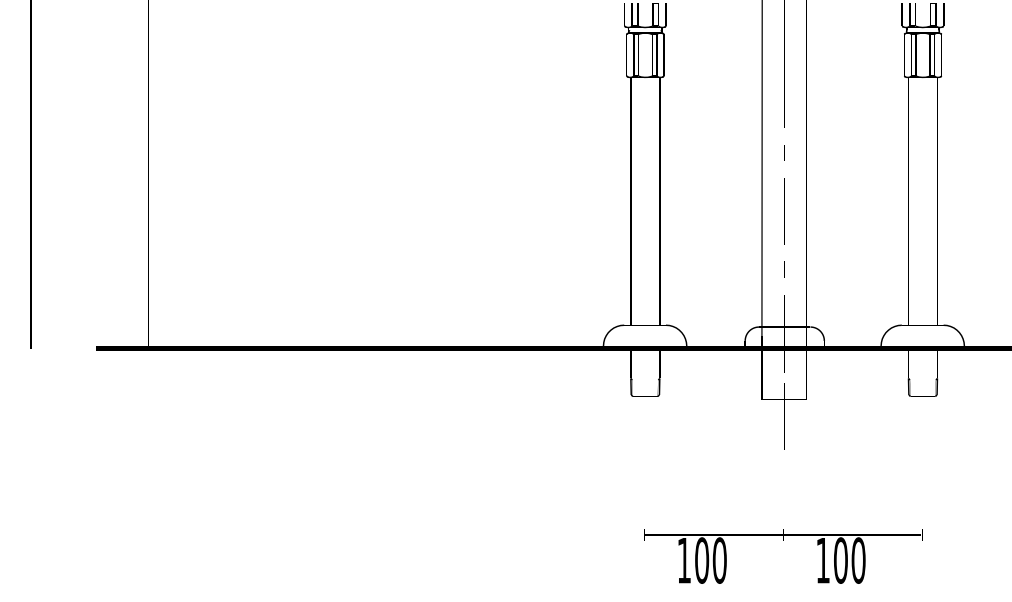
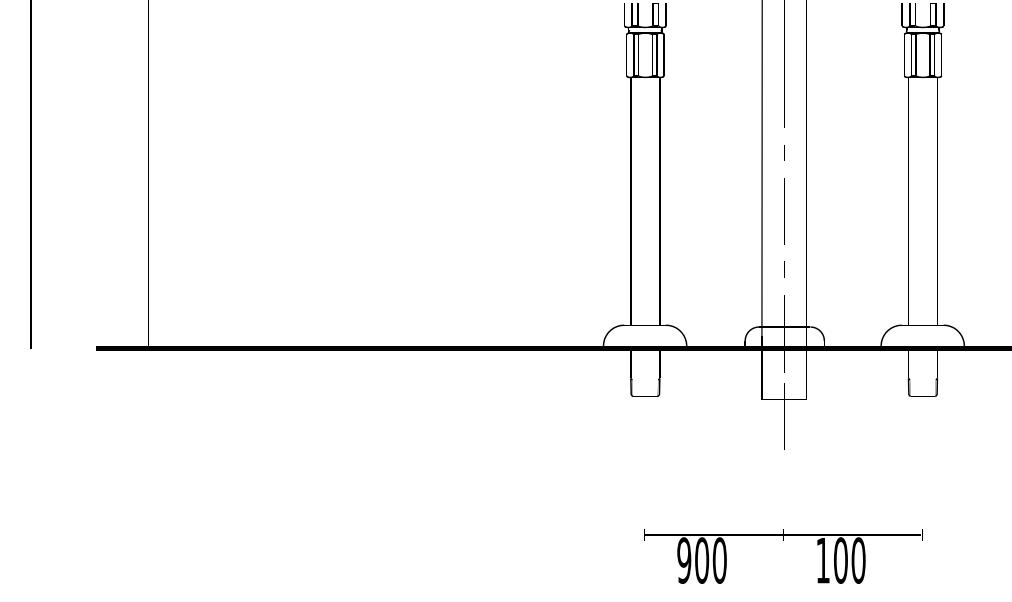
text at (684, 560): 100 -> 900
